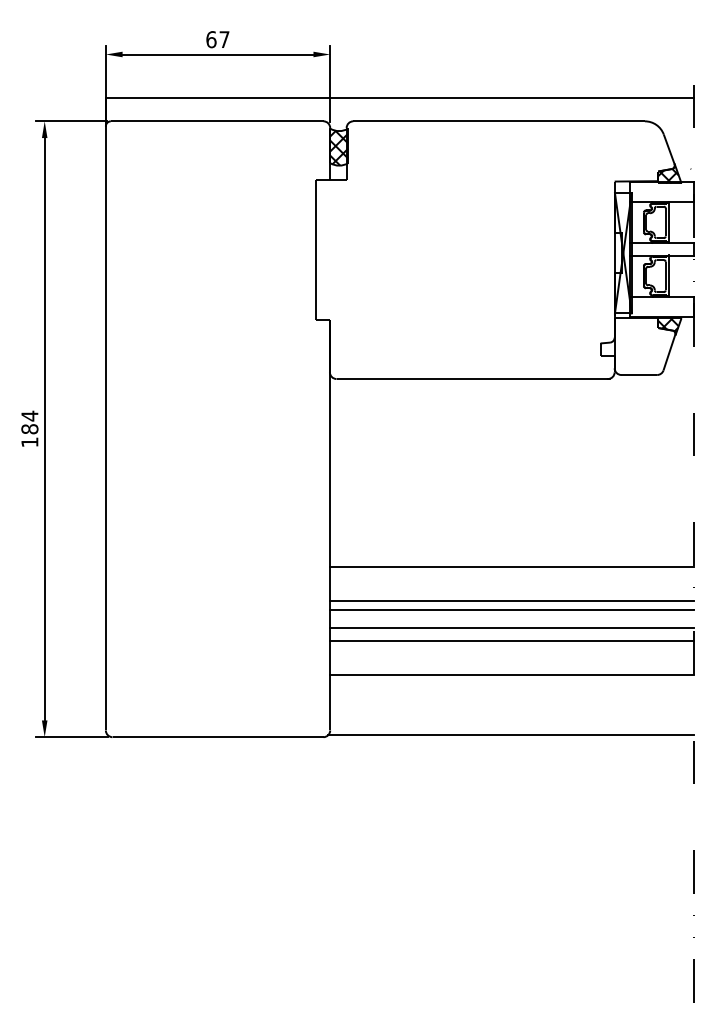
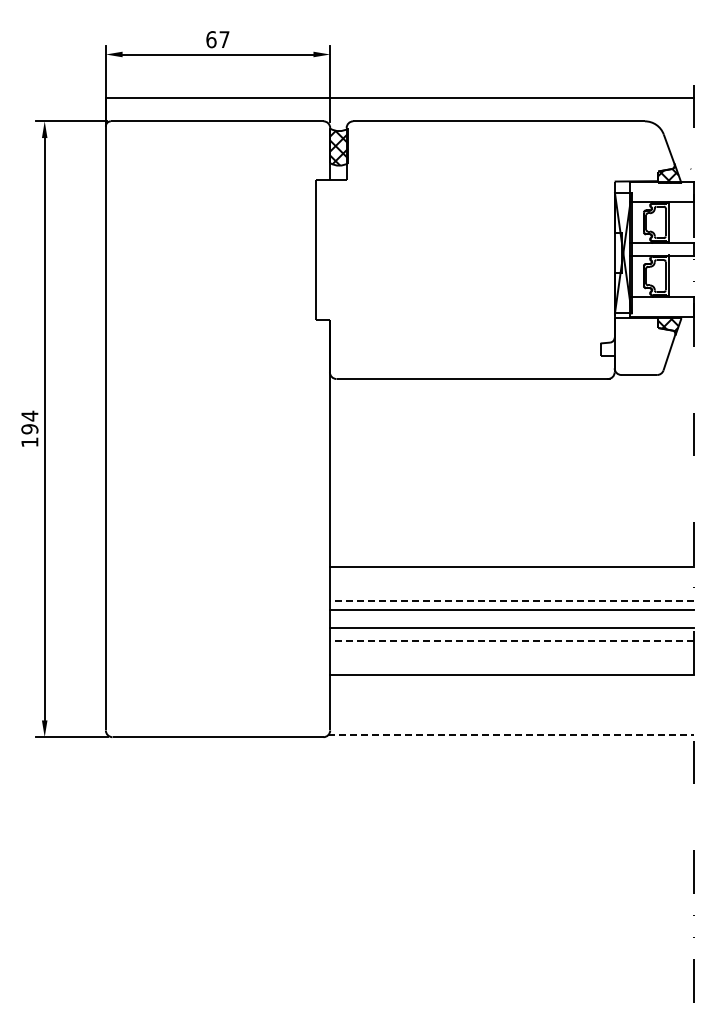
text at (29, 429): 184 -> 194
line at (511, 600): solid -> dashed
line at (511, 641): solid -> dashed
line at (511, 735): solid -> dashed
